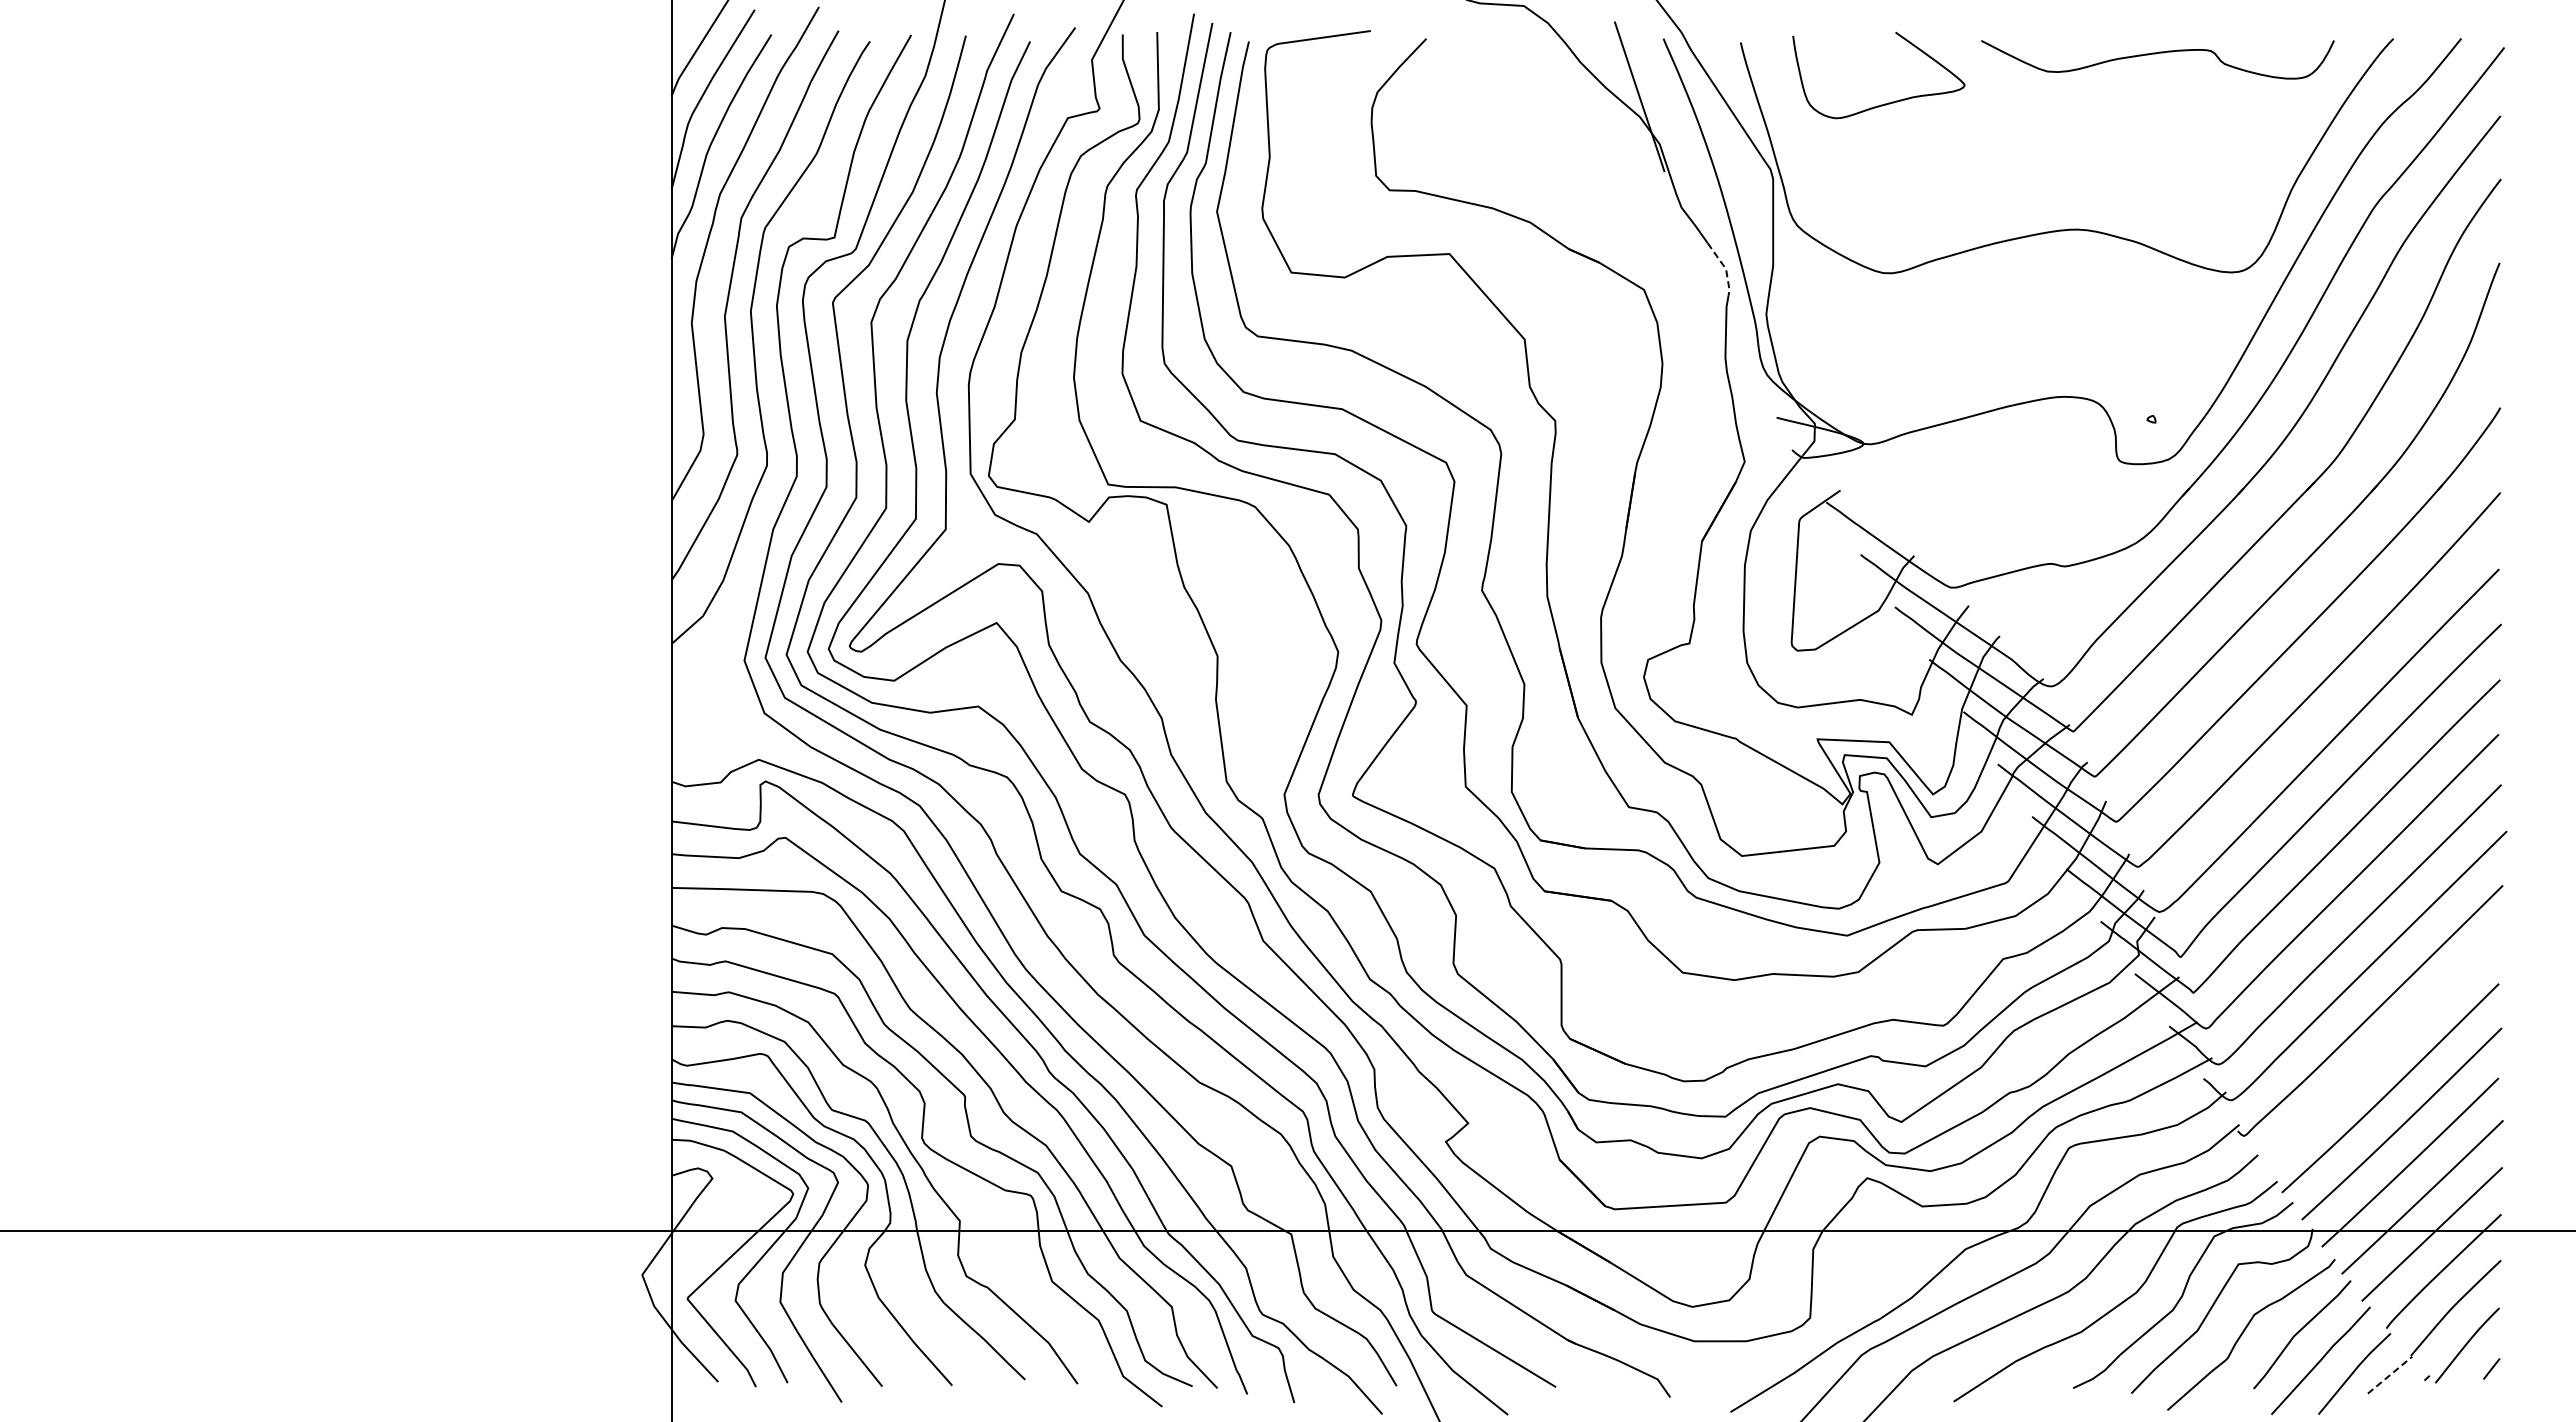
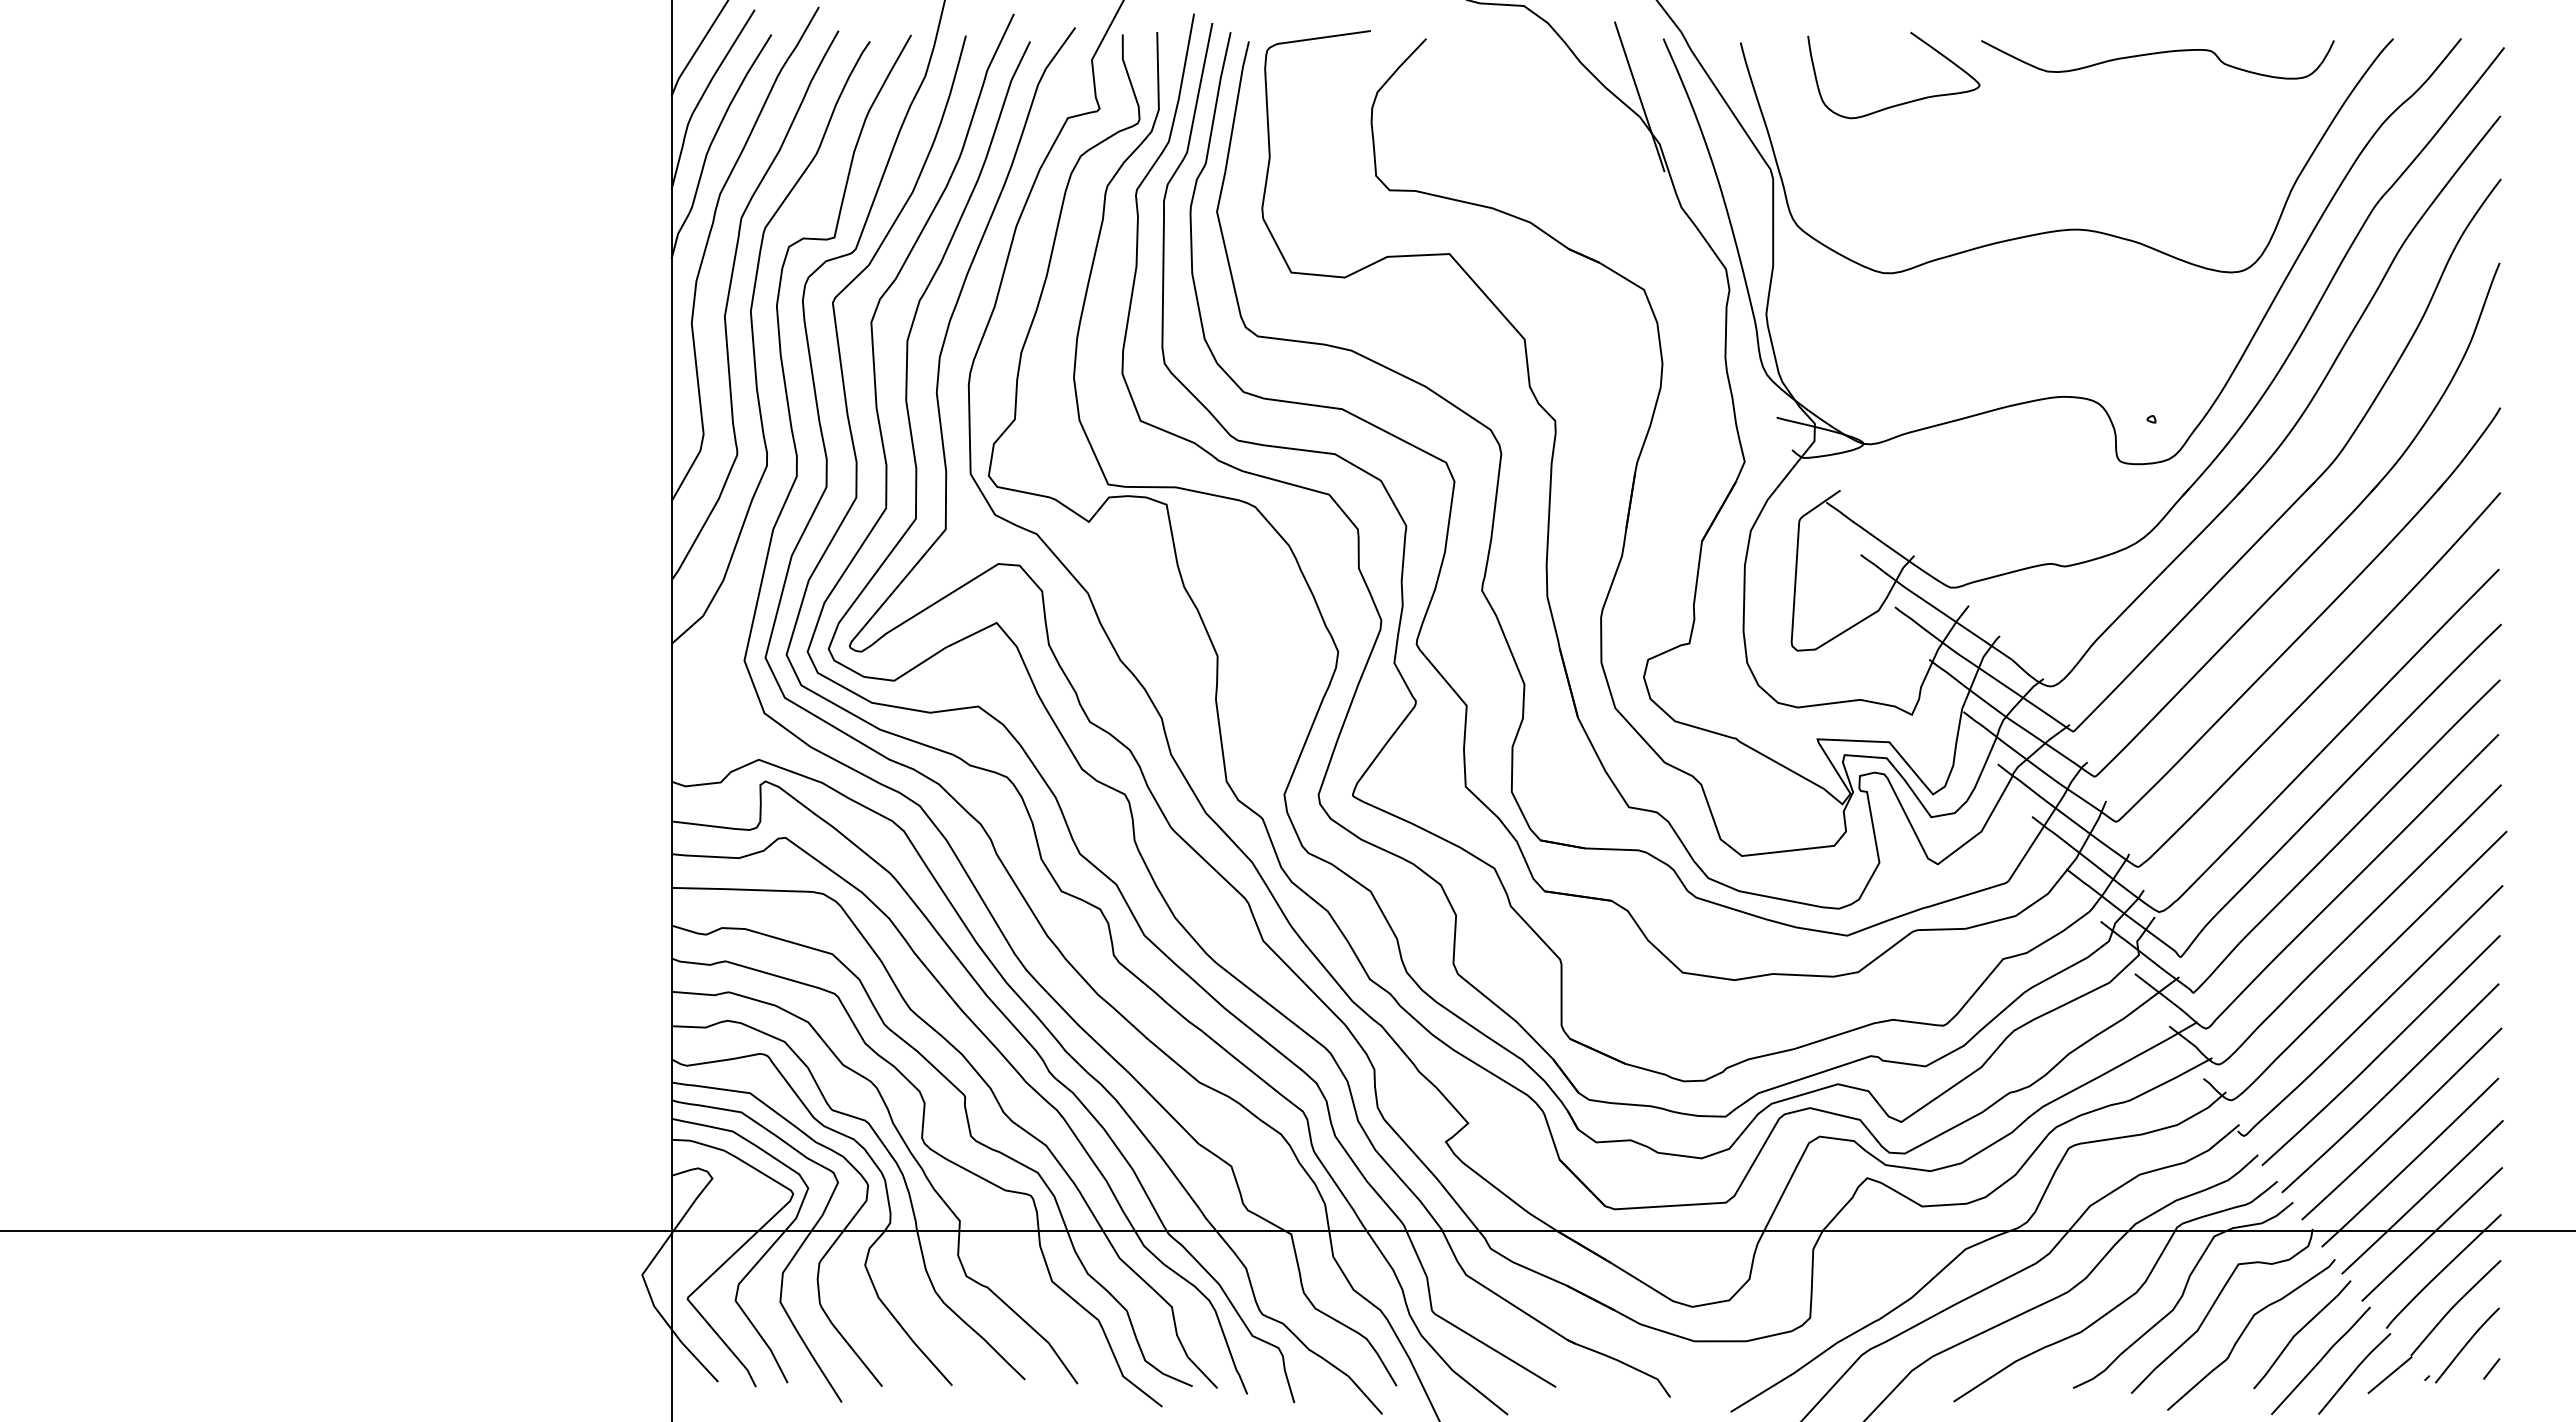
curve at (1884, 103) position: (1884, 103) -> (1899, 103)
line at (1725, 268): dashed -> solid
curve at (2381, 1051): none -> present
line at (2390, 1374): dashed -> solid
